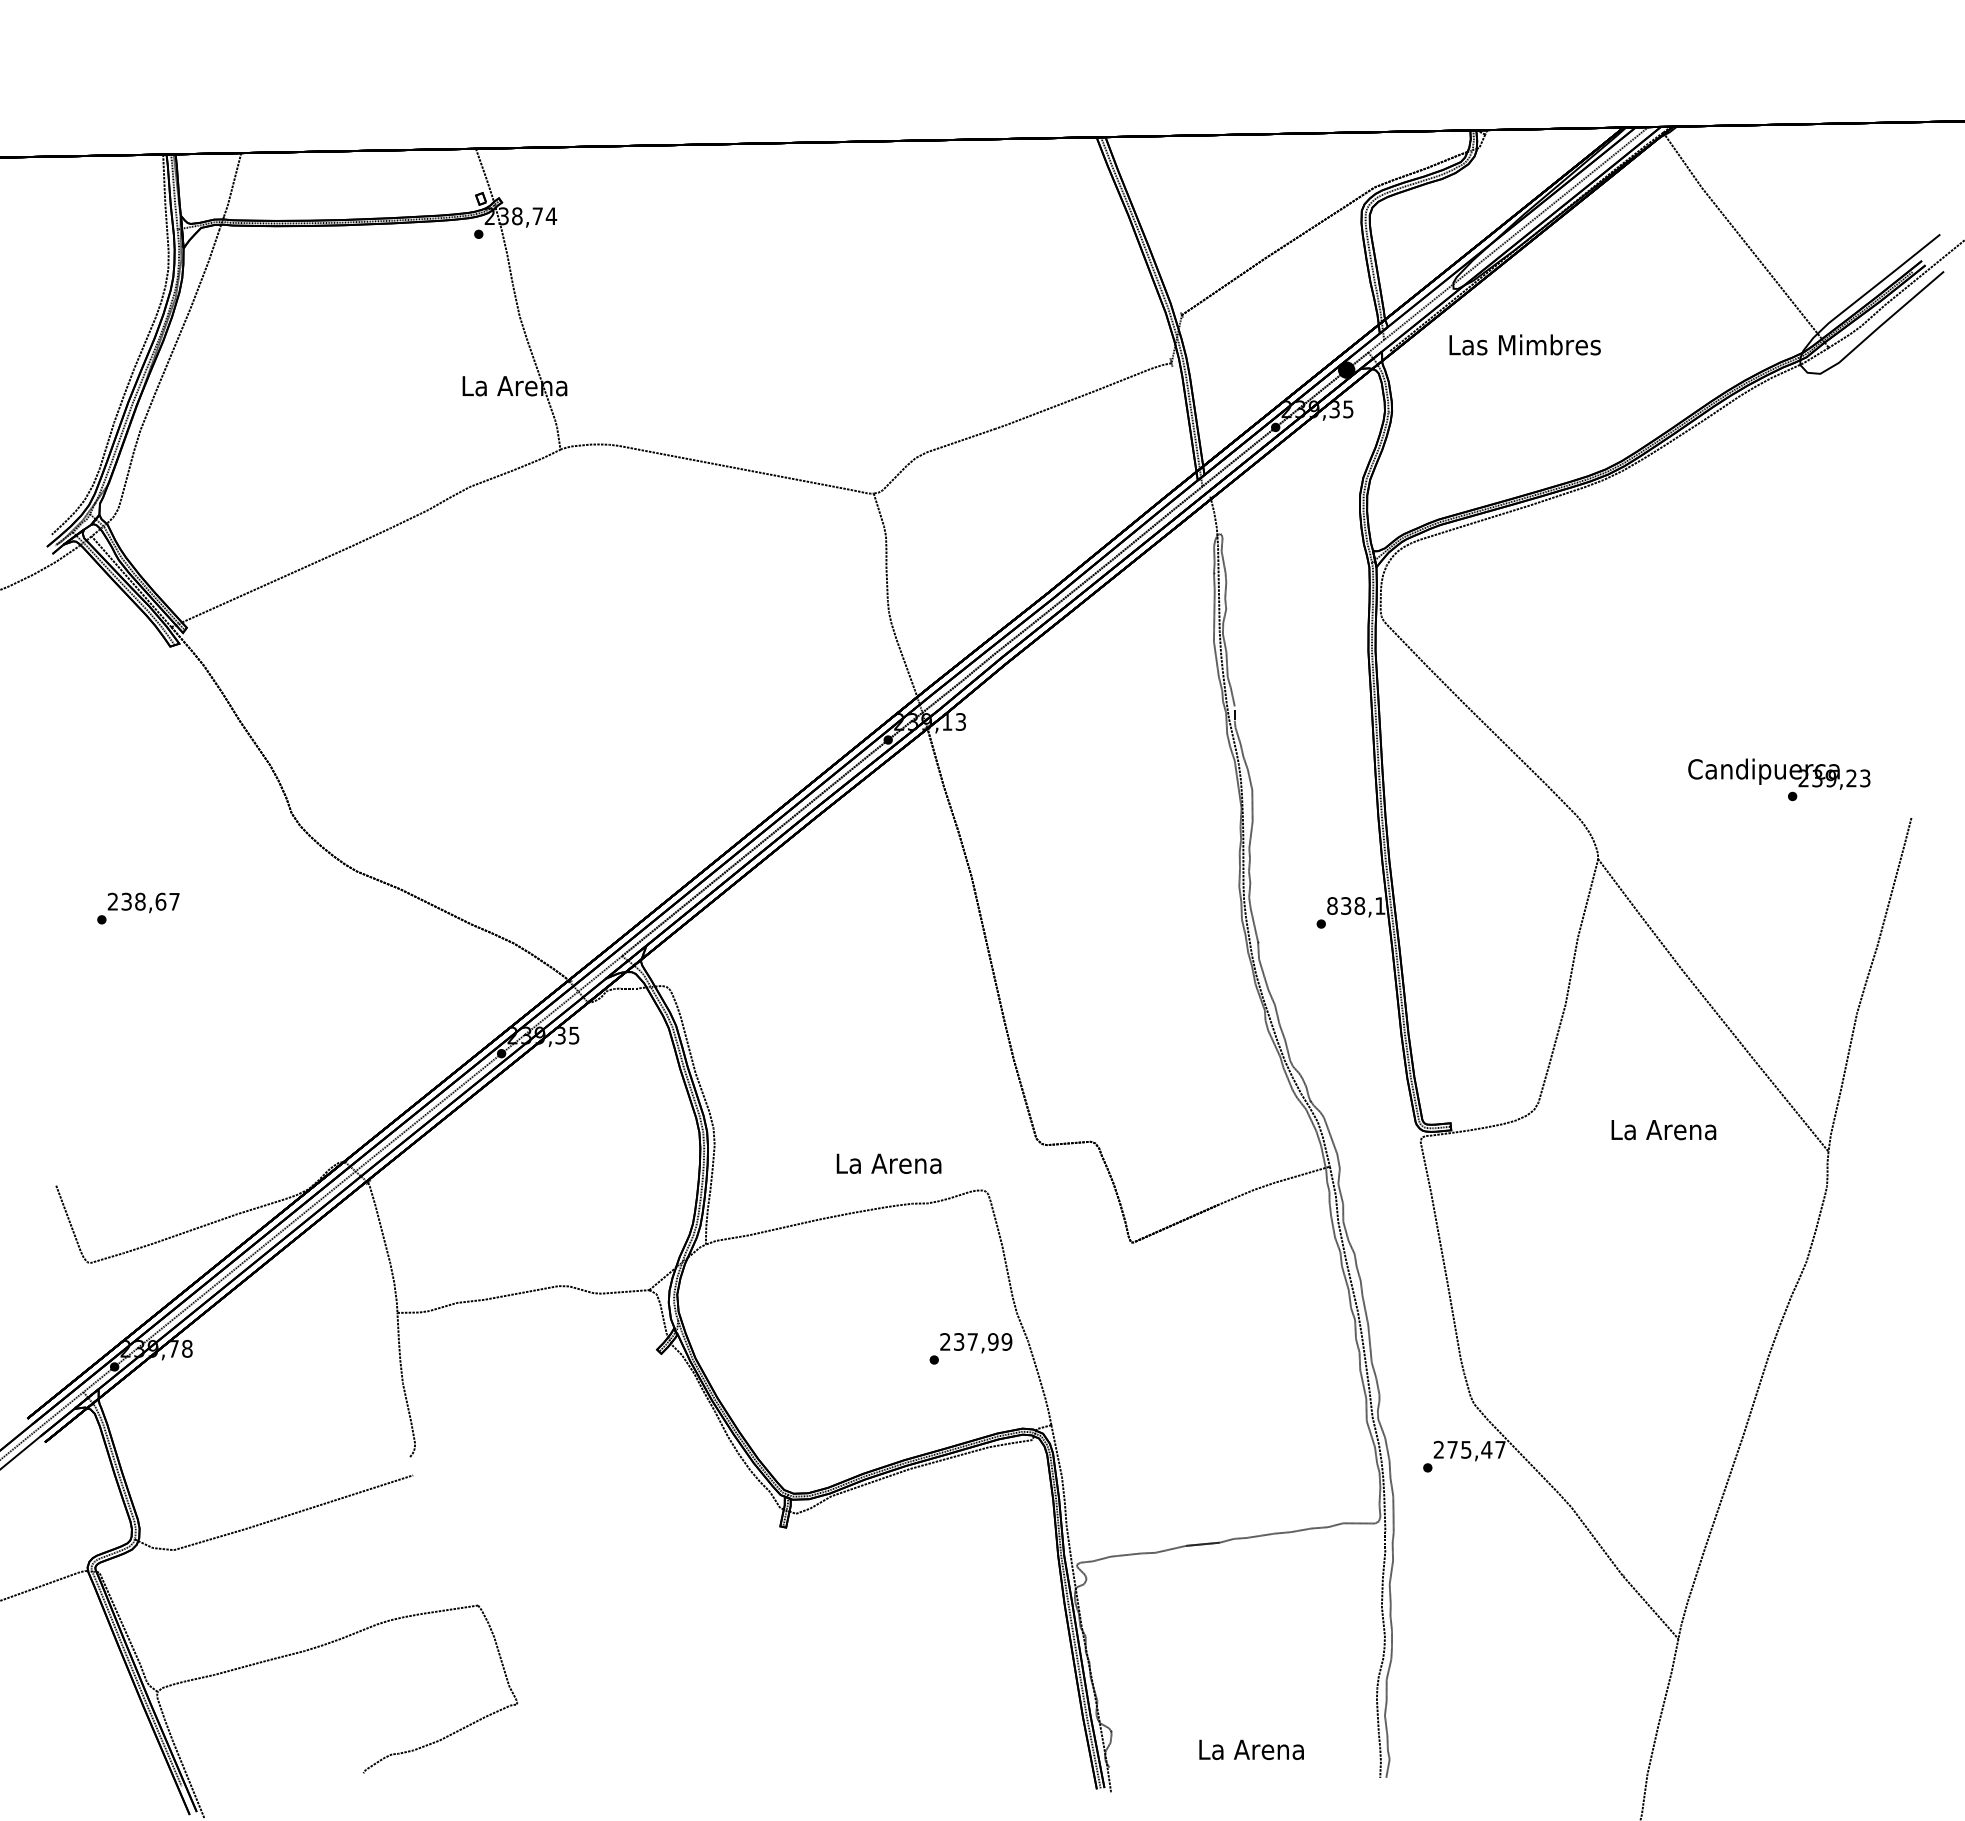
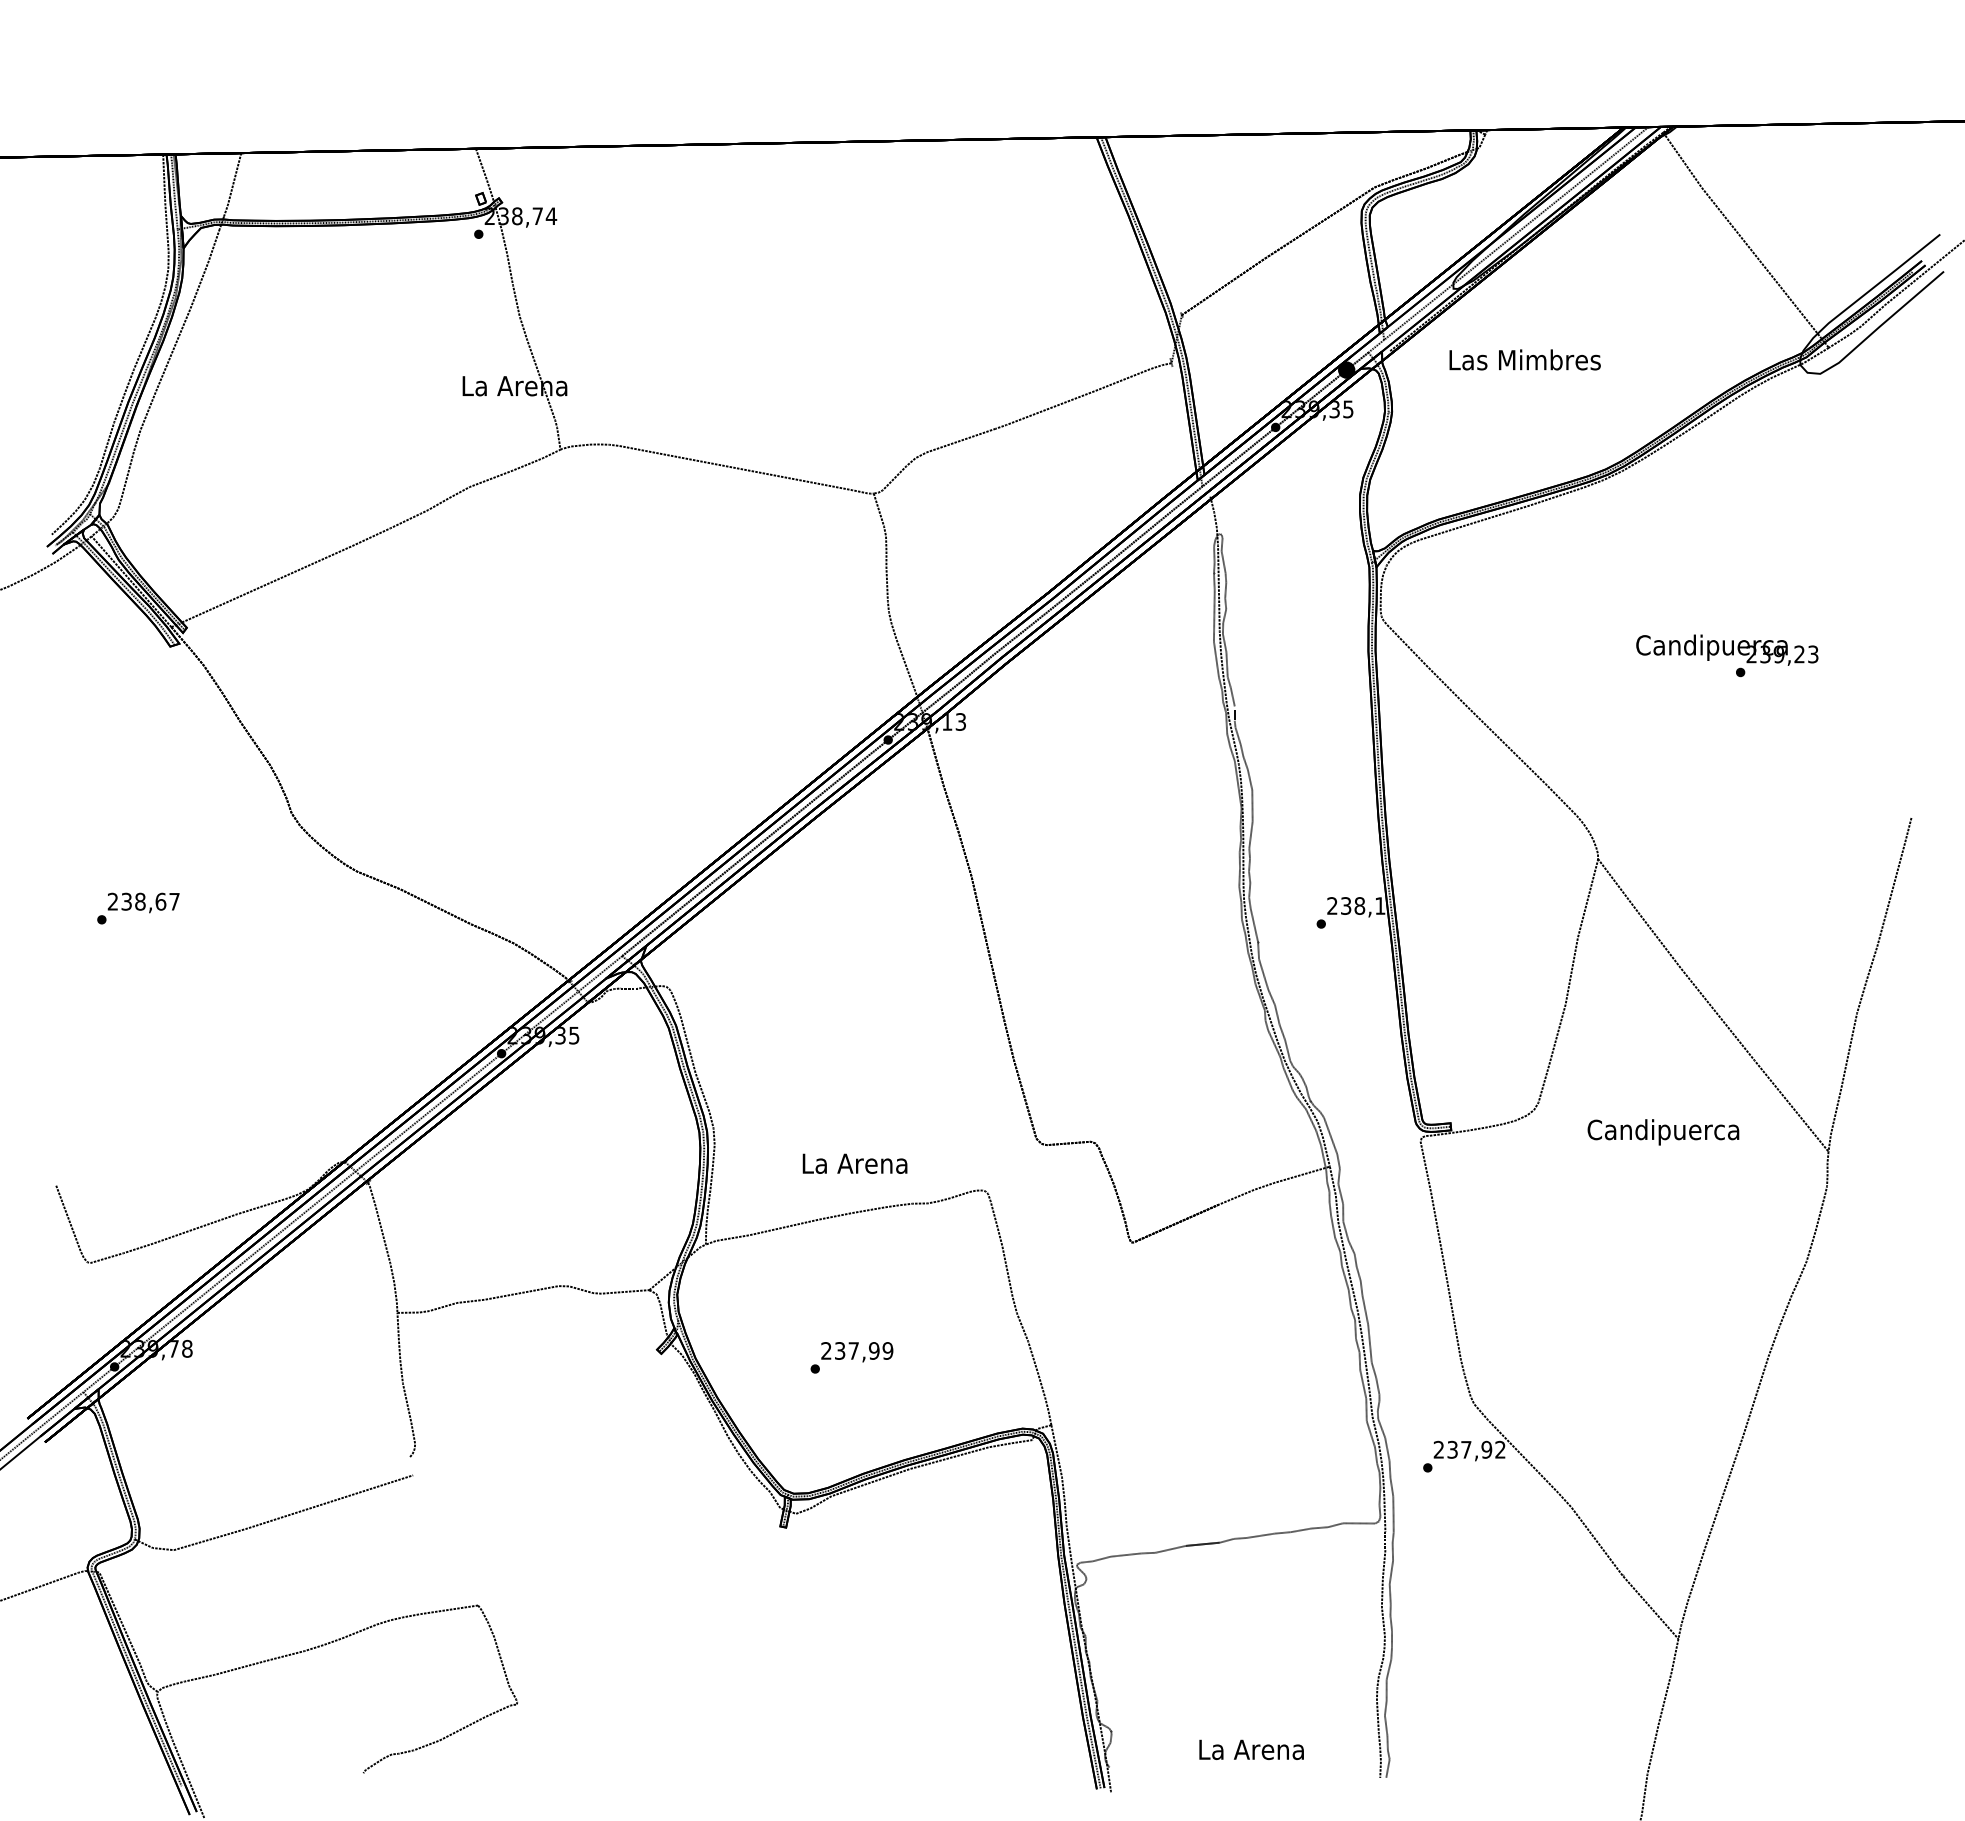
text at (1524, 344) position: (1524, 344) -> (1524, 359)
text at (1779, 779) position: (1779, 779) -> (1727, 655)
text at (1332, 905): 838,1 -> 238,1
text at (1663, 1132): La Arena -> Candipuerca
text at (888, 1163) position: (888, 1163) -> (854, 1163)
text at (970, 1348) position: (970, 1348) -> (851, 1357)
text at (1476, 1449): 275,47 -> 237,92
